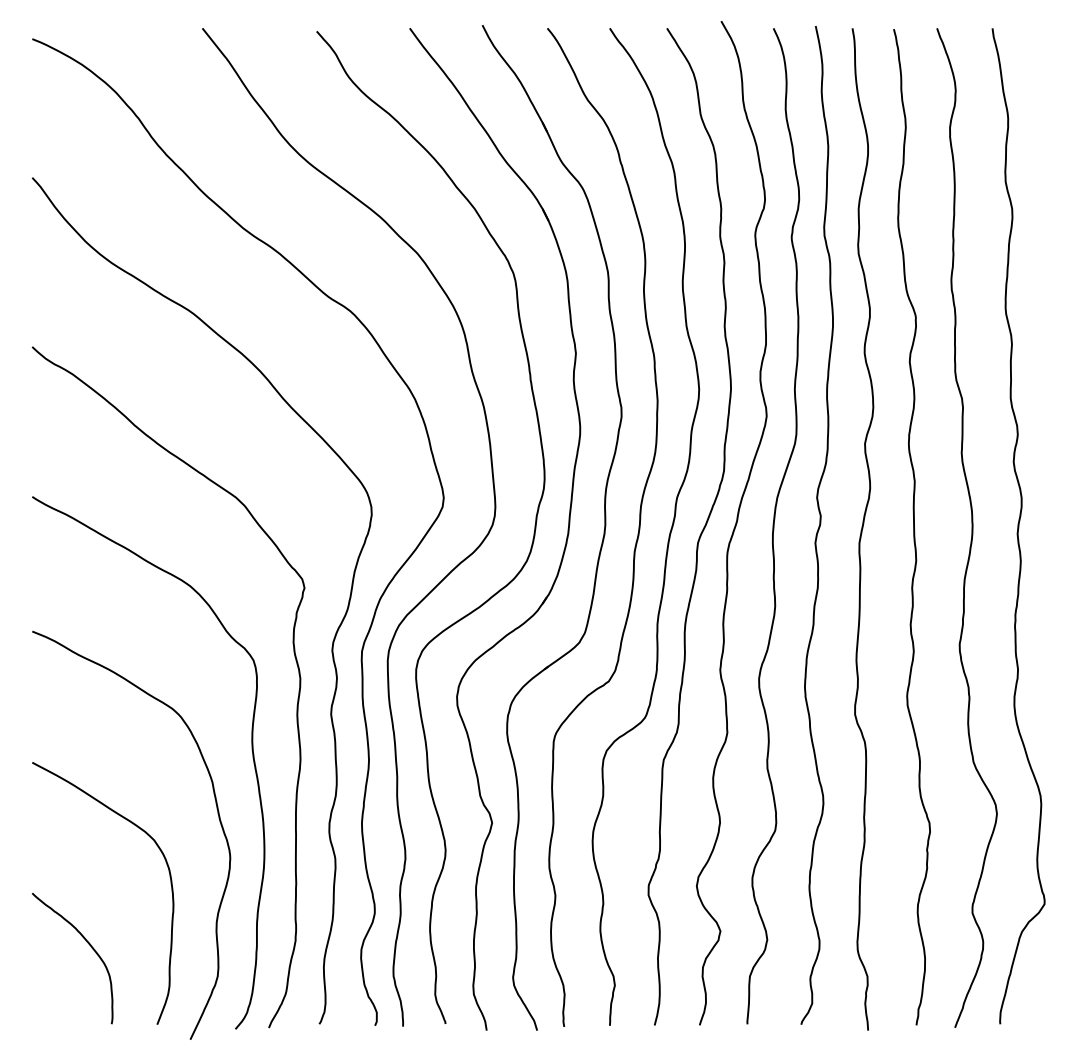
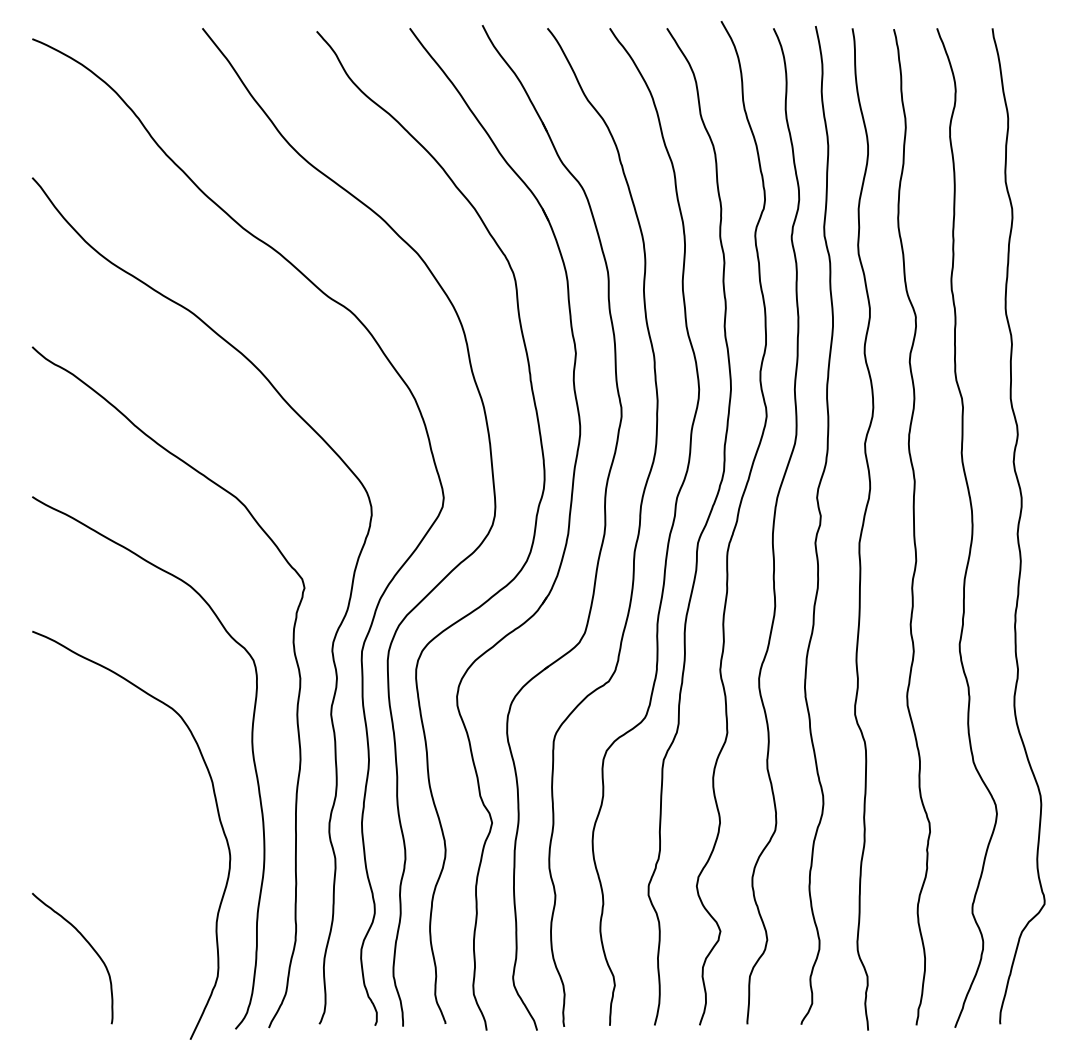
curve at (170, 884): present -> none
